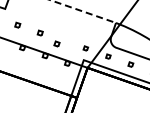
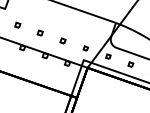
line at (82, 11): dashed -> solid
part at (56, 43) position: (56, 43) -> (62, 40)
